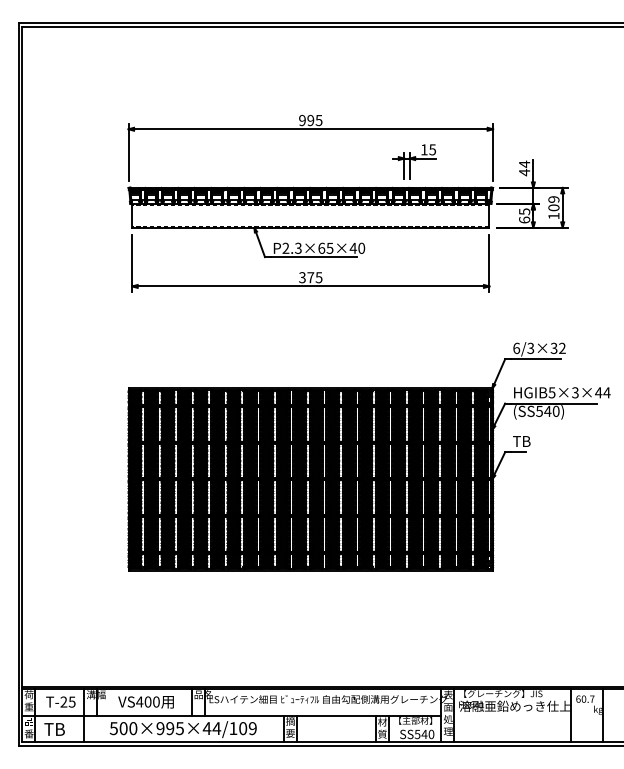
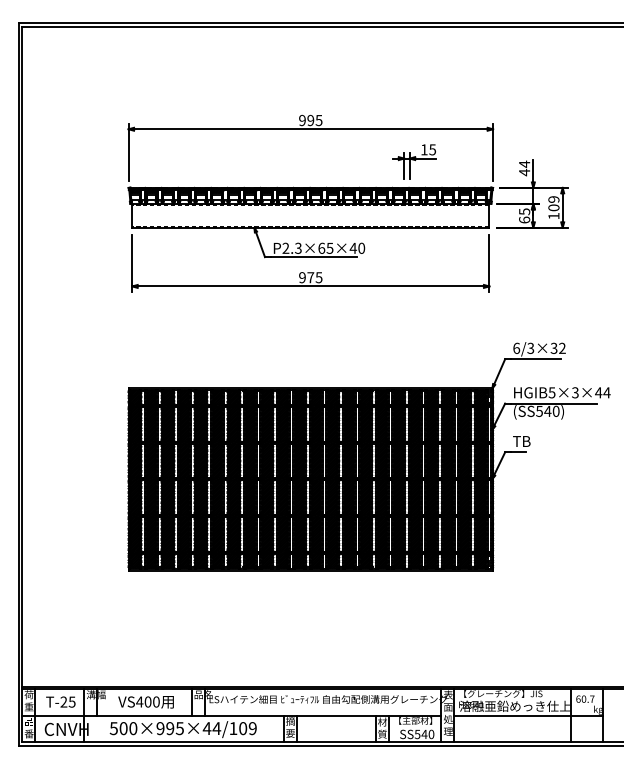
text at (302, 277): 375 -> 975
line at (528, 715): none -> present
text at (66, 729): TB -> CNVH
